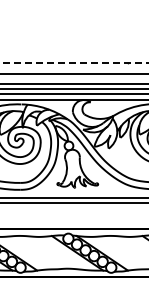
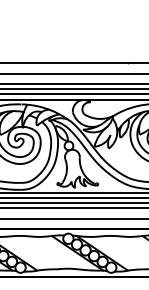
line at (74, 63): dashed -> solid
line at (73, 192): none -> present
line at (73, 208): none -> present
line at (73, 218): none -> present
